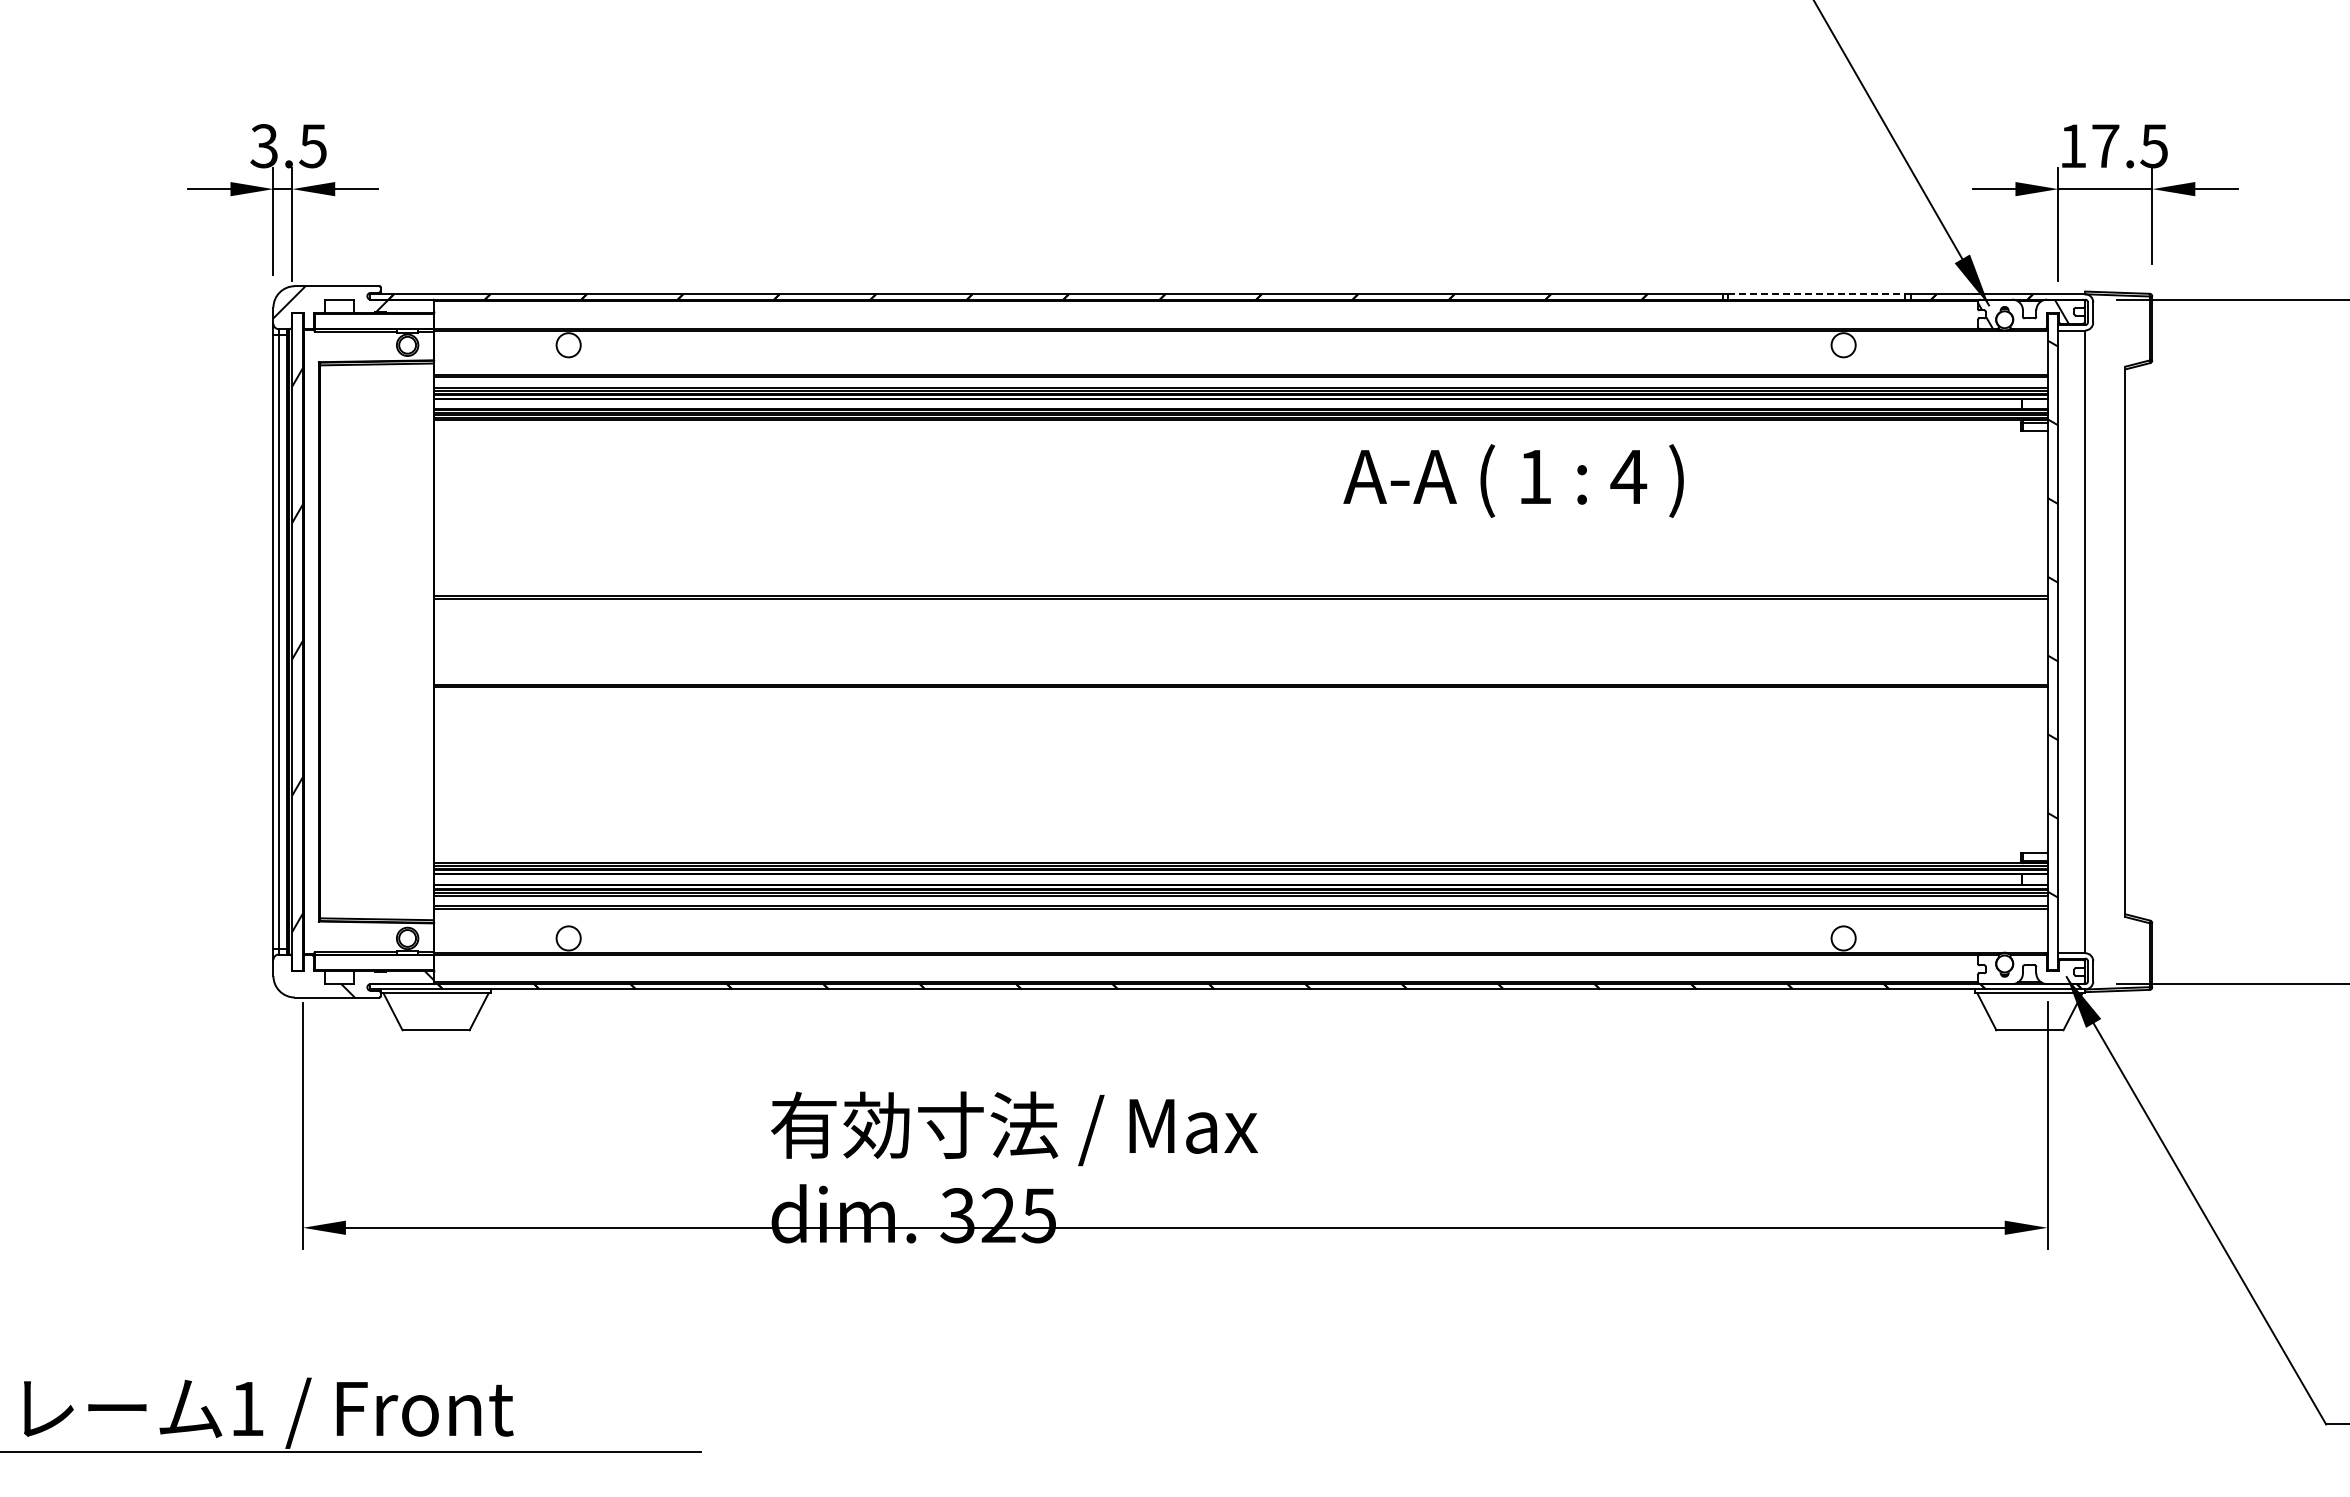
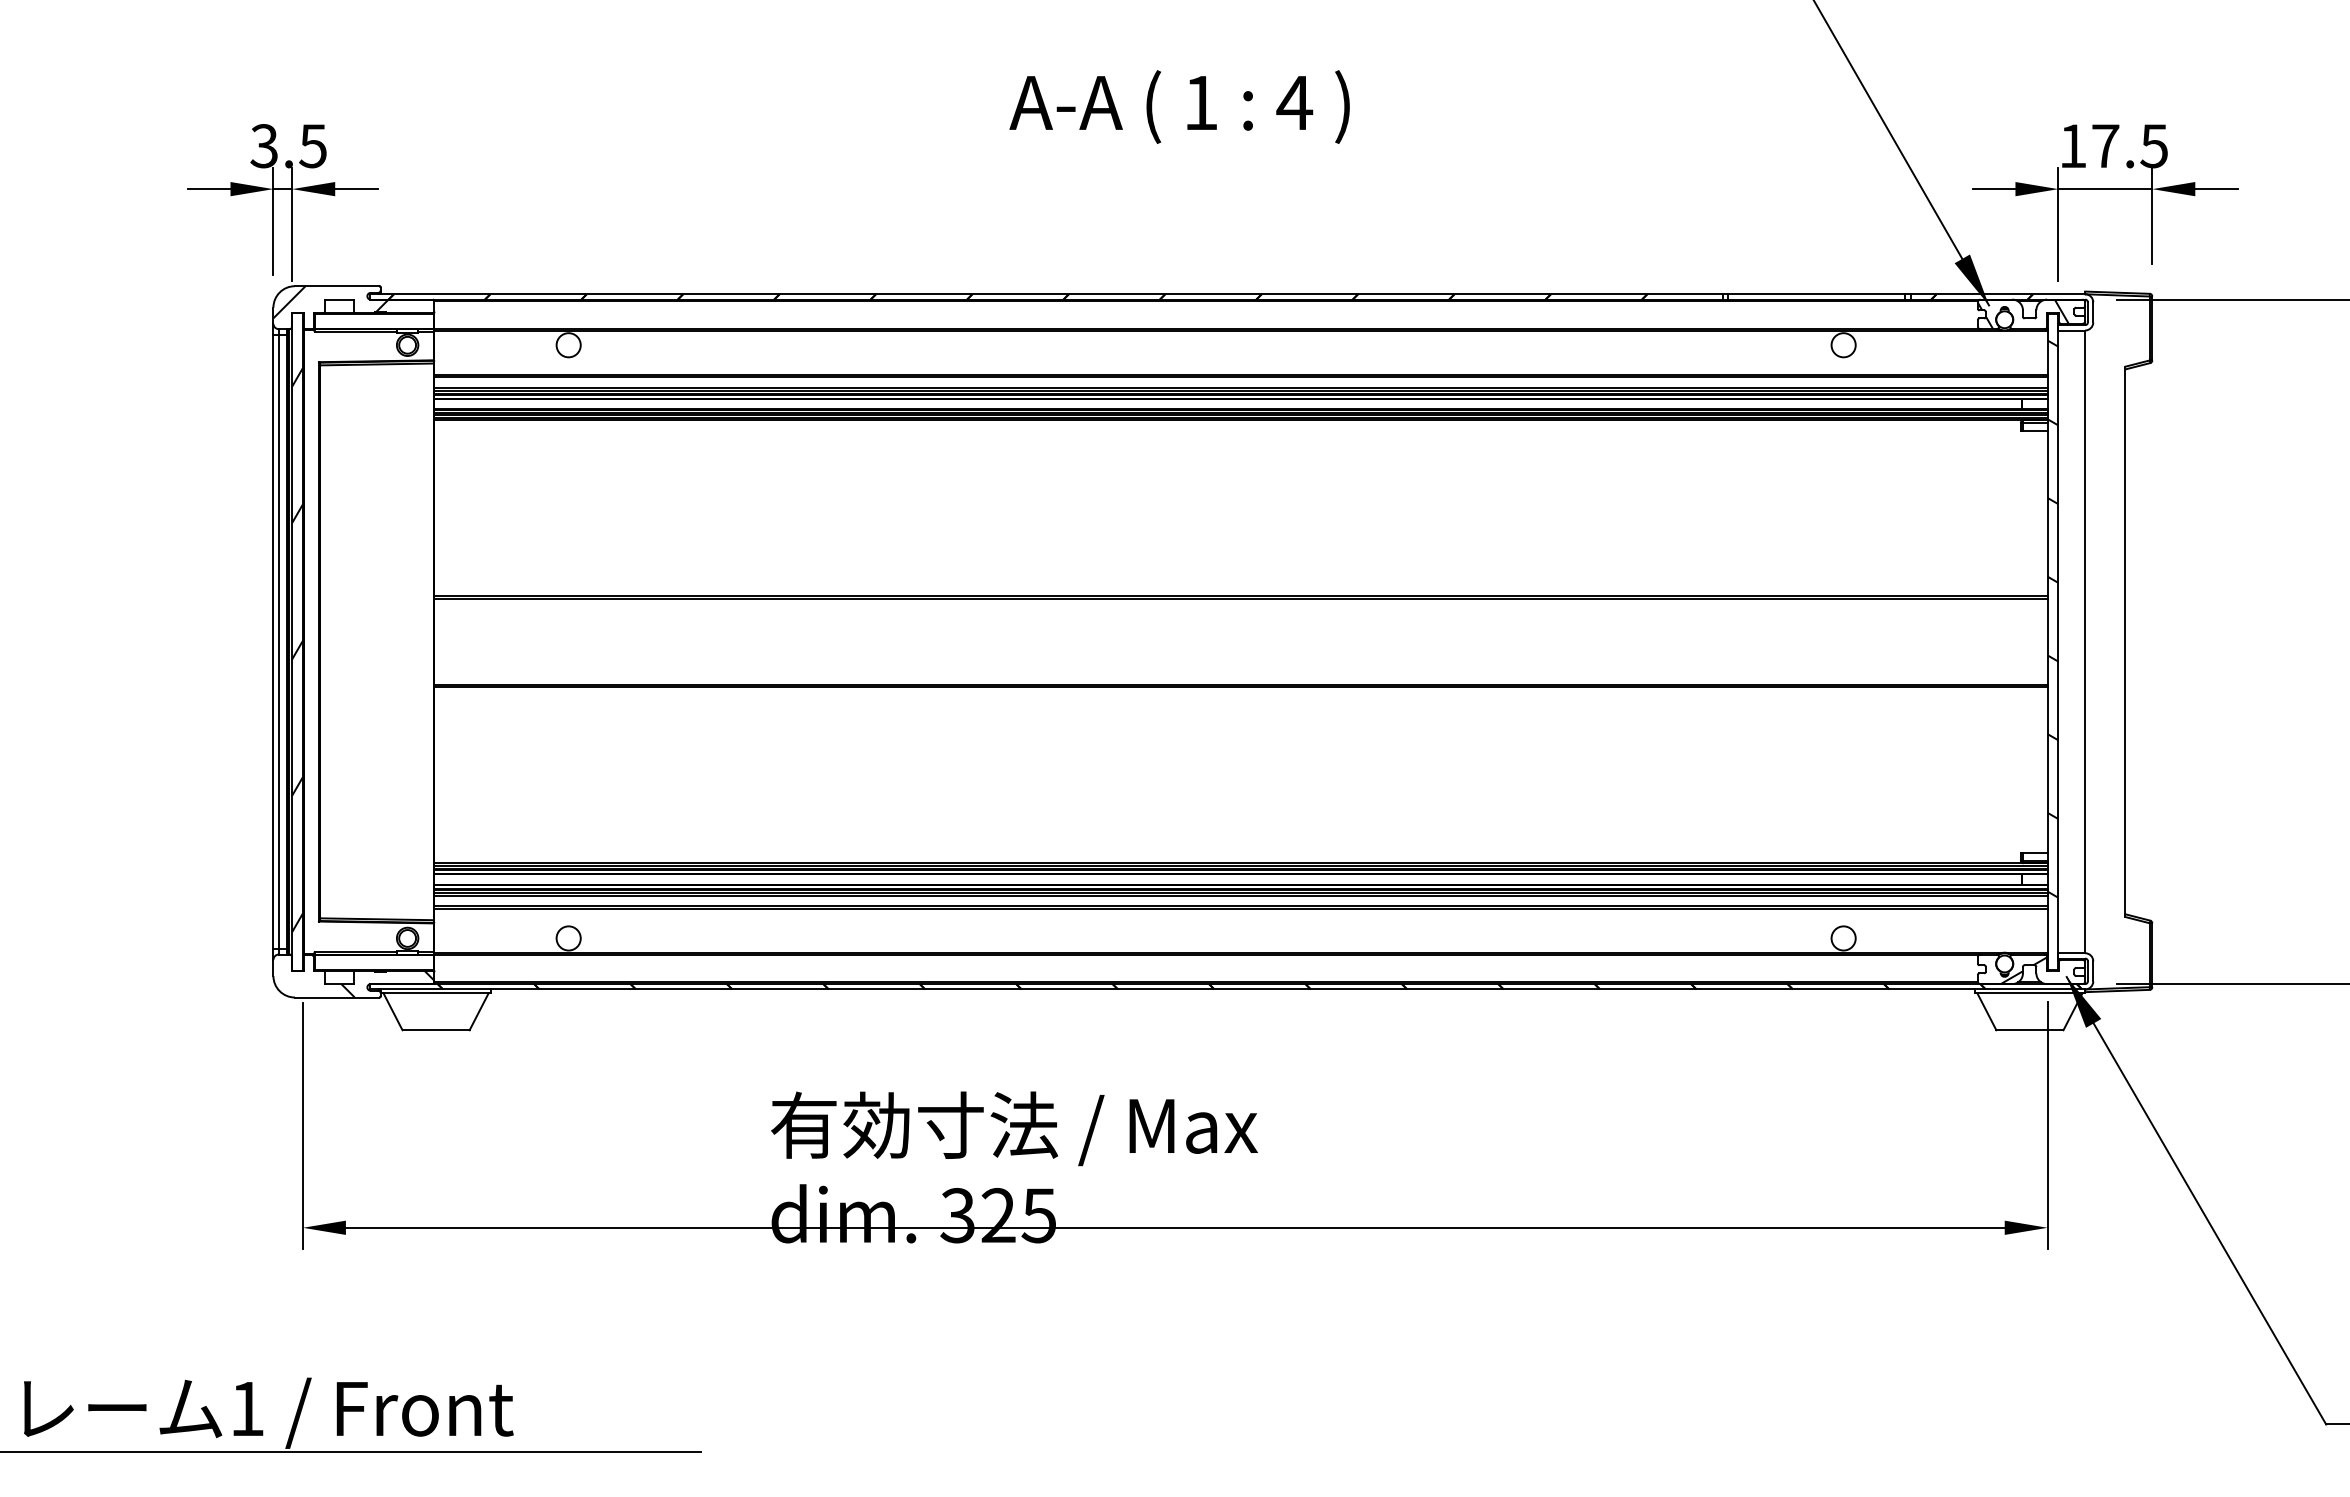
line at (1816, 294): dashed -> solid
text at (1513, 480) position: (1513, 480) -> (1179, 106)
hatch at (2023, 970): none -> present
